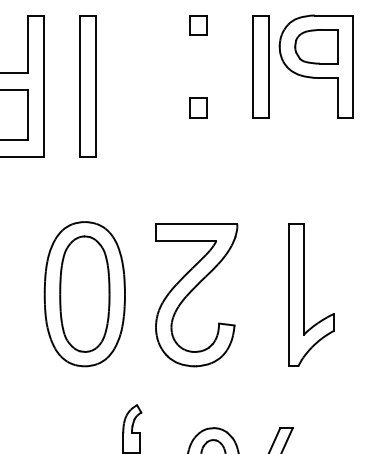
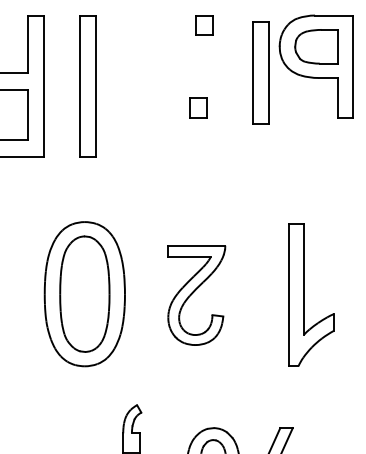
part at (198, 25) position: (198, 25) -> (204, 25)
part at (260, 66) position: (260, 66) -> (260, 72)
part at (196, 295) size: 84x145 px -> 60x101 px
